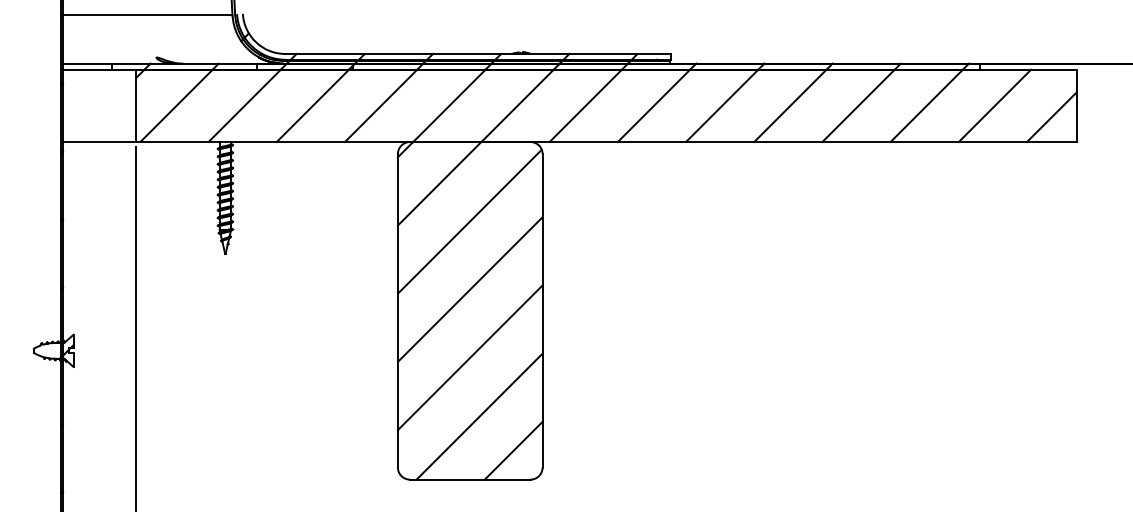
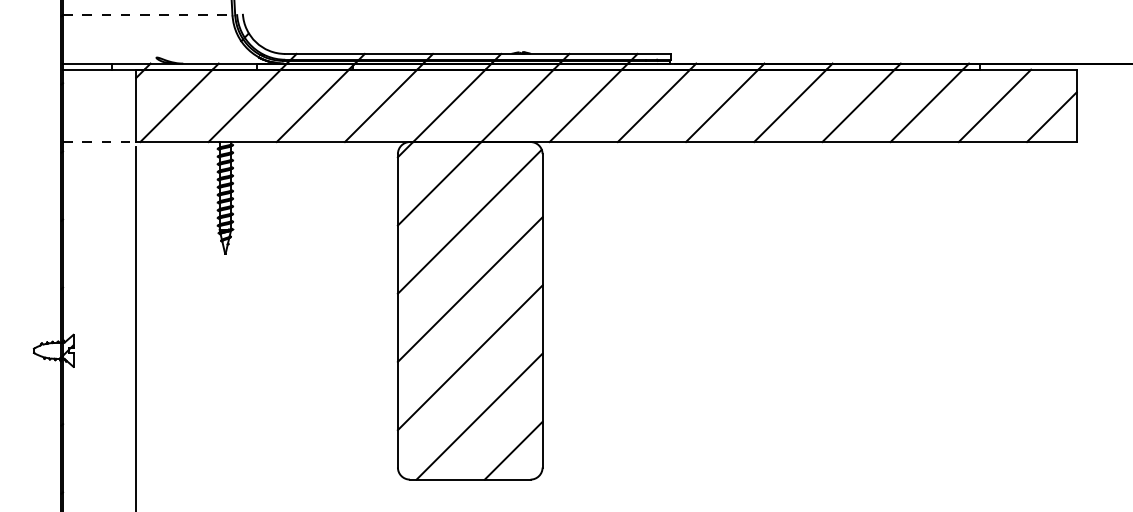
line at (147, 15): solid -> dashed
line at (99, 142): solid -> dashed
